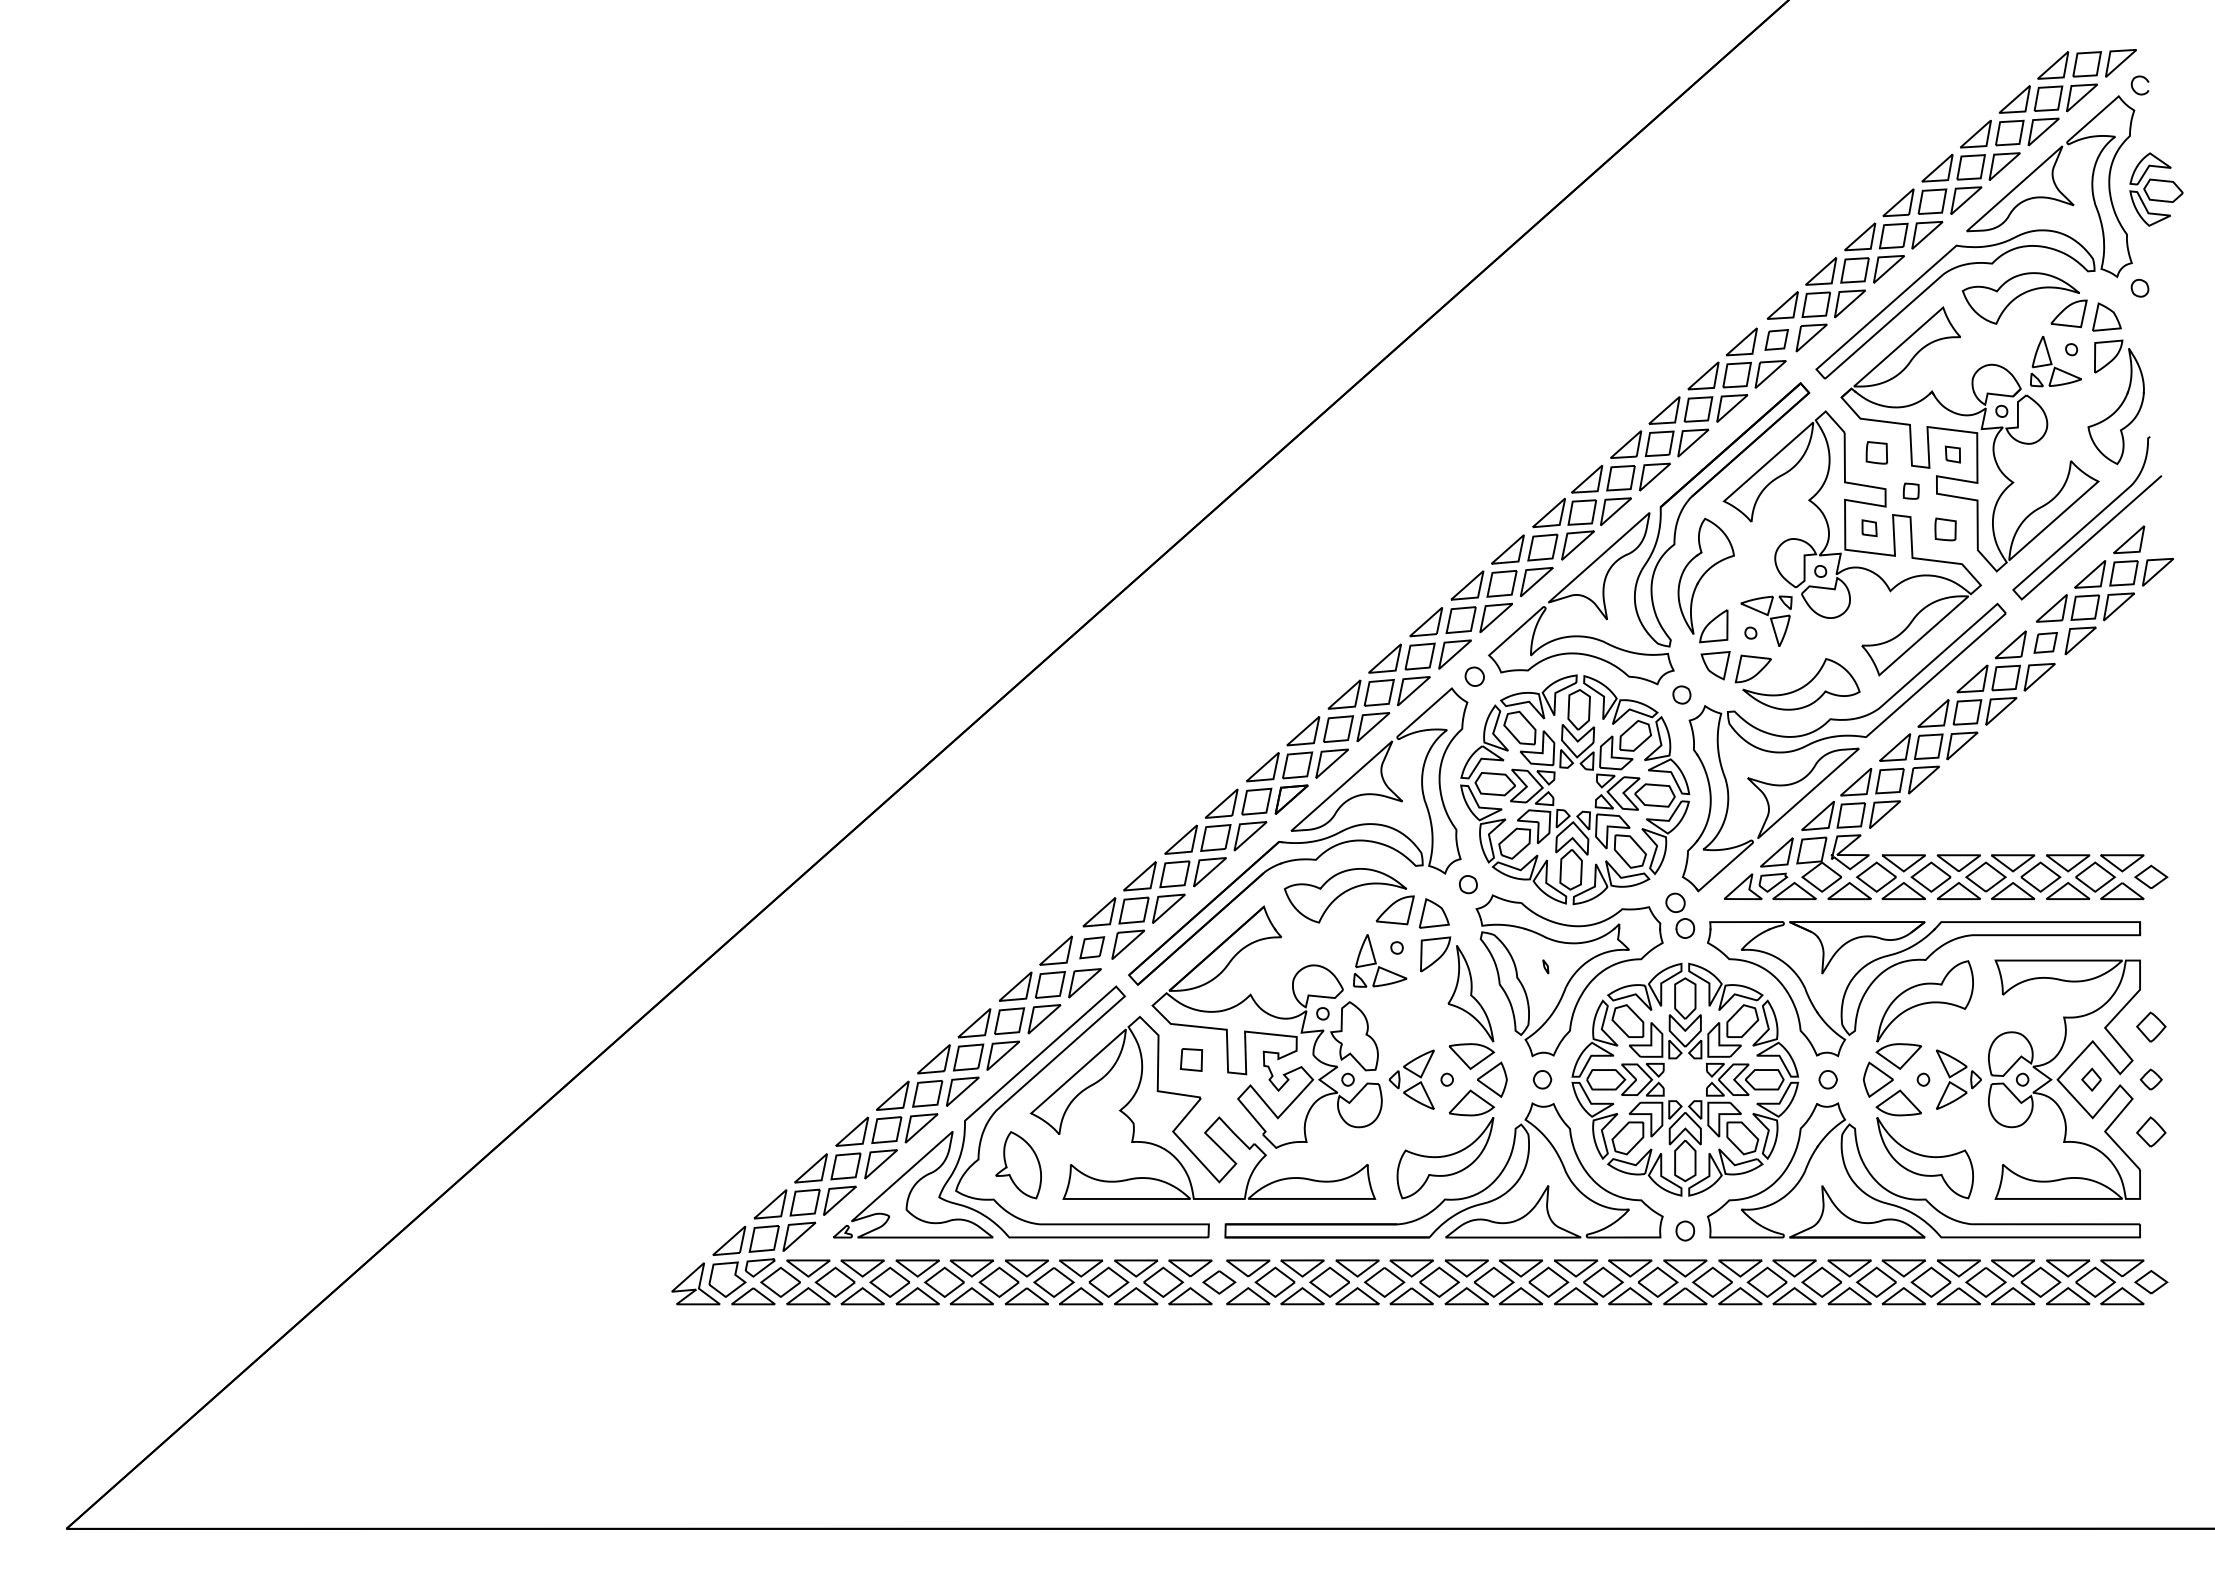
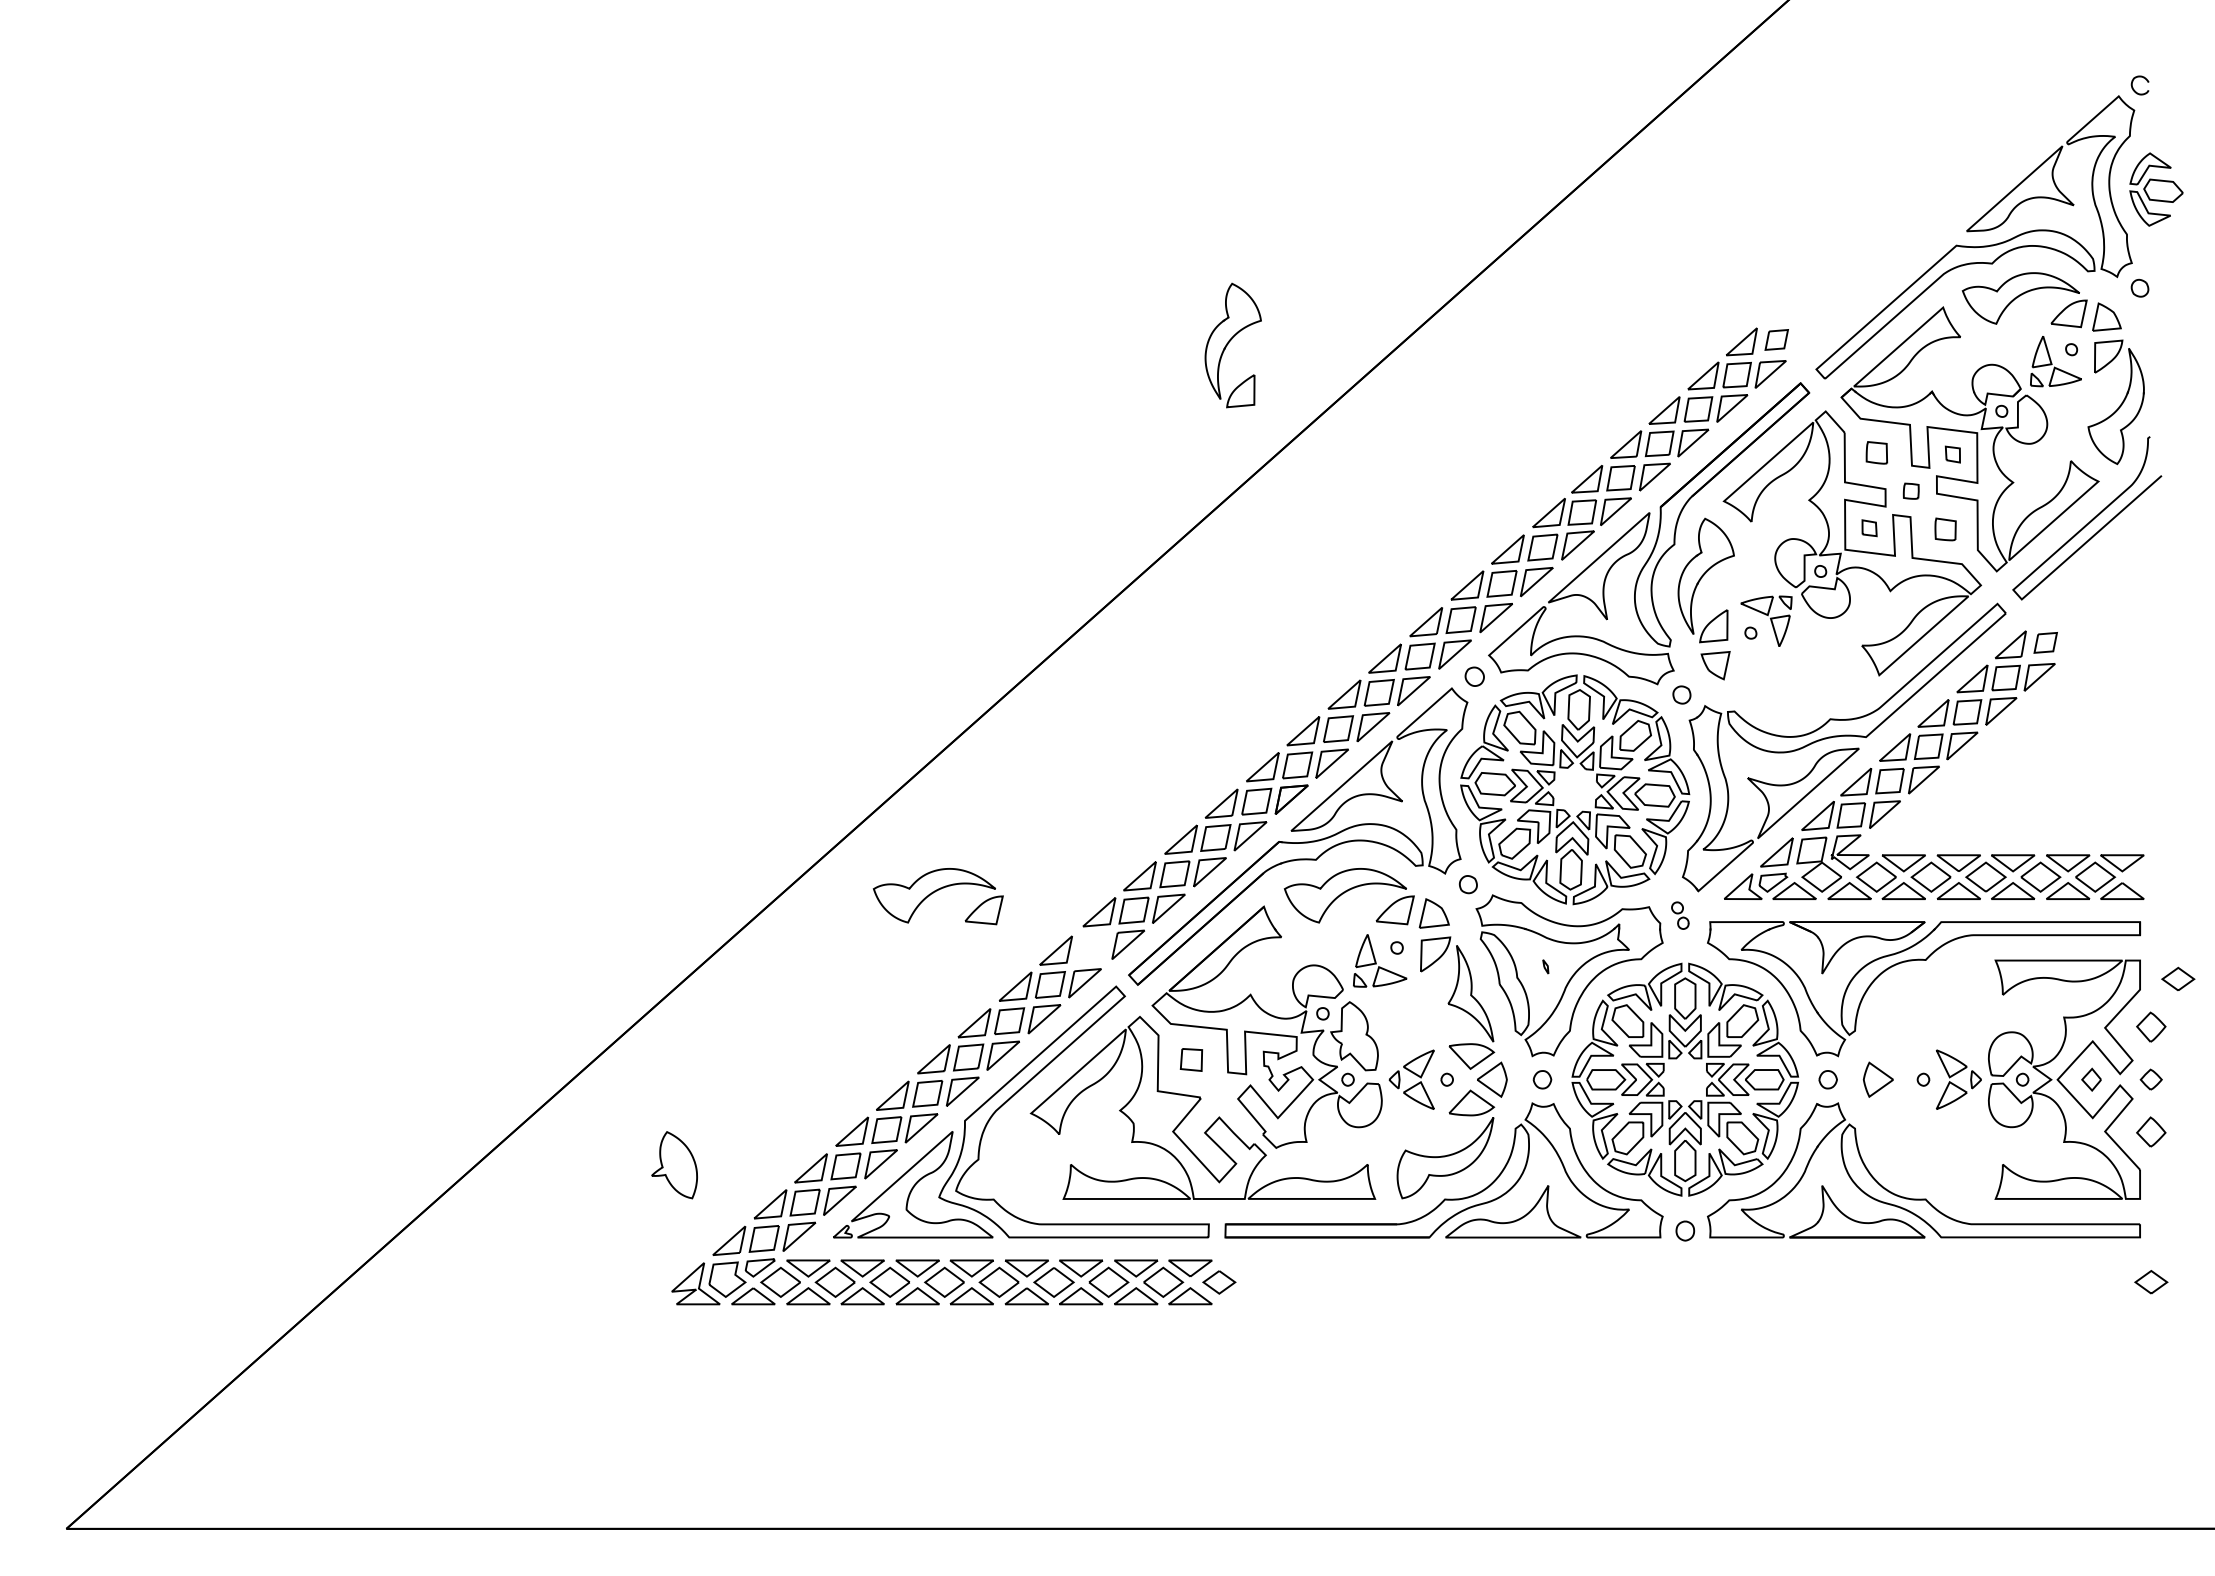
part at (1951, 200): present -> none
part at (1232, 345): none -> present
part at (2104, 590): present -> none
part at (1797, 682): present -> none
part at (2151, 876) position: (2151, 876) -> (2178, 978)
part at (937, 896): none -> present
part at (1680, 915) size: 31x47 px -> 19x29 px
part at (1092, 947): present -> none
part at (1921, 1005): present -> none
part at (1923, 1154): present -> none
part at (1018, 1165) position: (1018, 1165) -> (674, 1165)
part at (1685, 1282): present -> none
